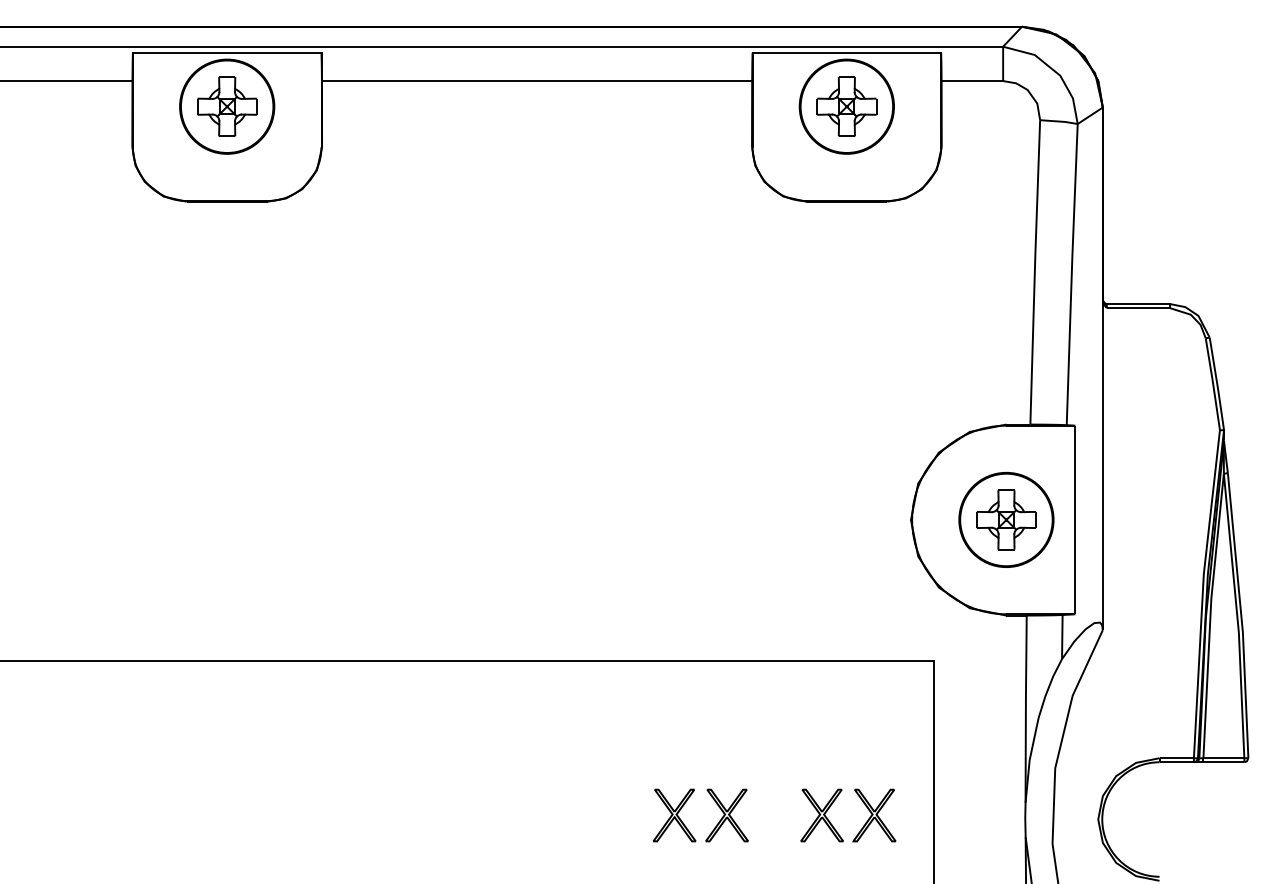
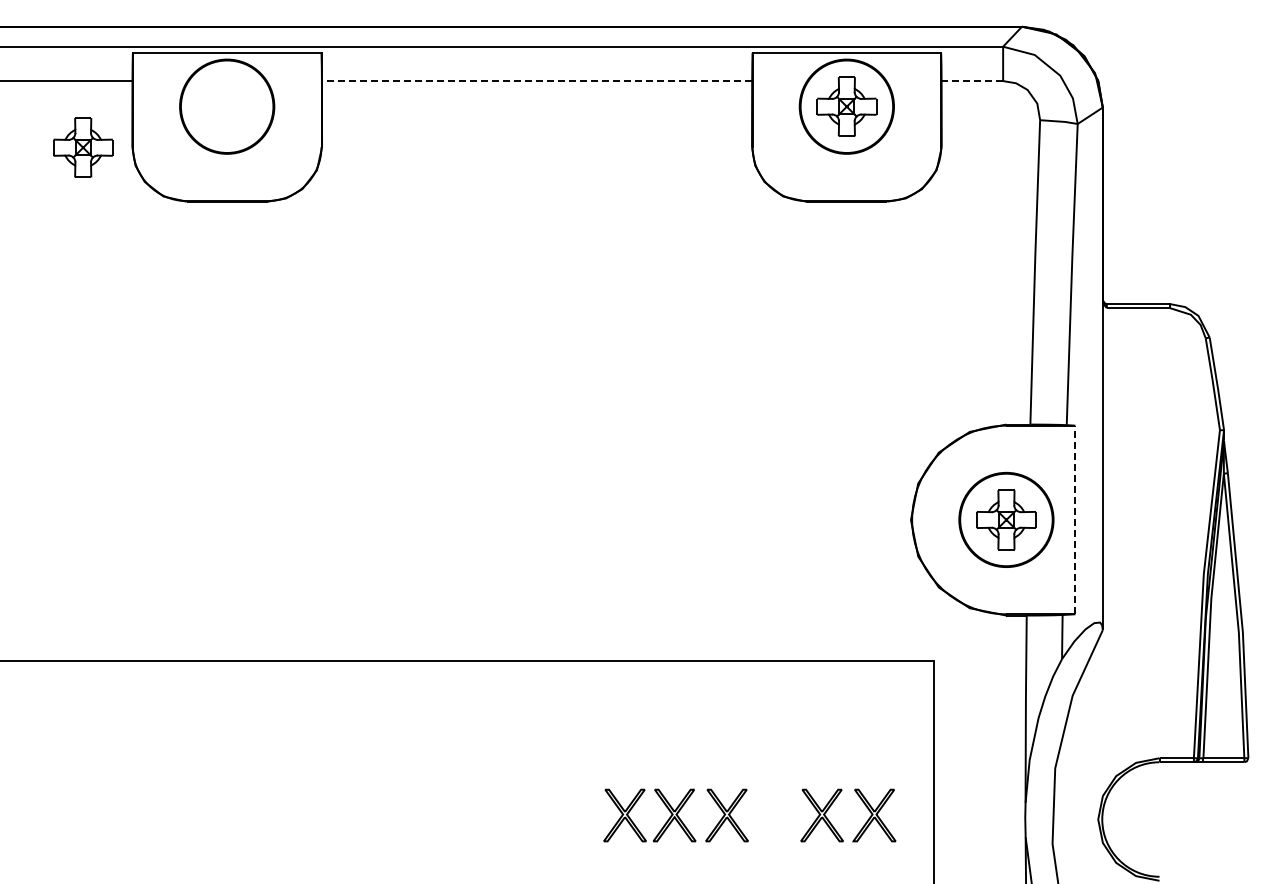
line at (536, 81): solid -> dashed
line at (972, 81): solid -> dashed
part at (227, 106) position: (227, 106) -> (83, 147)
line at (1075, 519): solid -> dashed
part at (624, 815): none -> present
